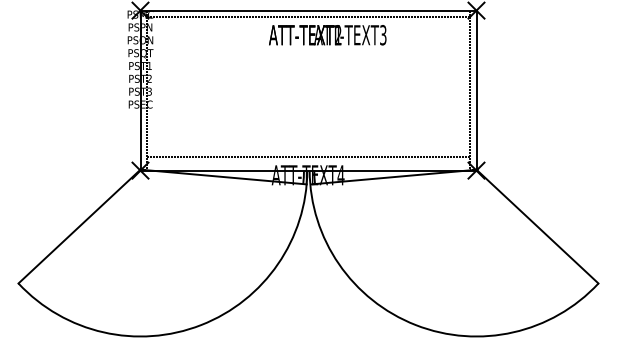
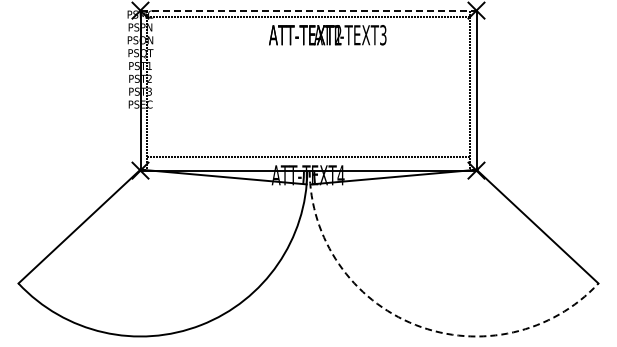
line at (308, 10): solid -> dashed
arc at (415, 325): solid -> dashed
